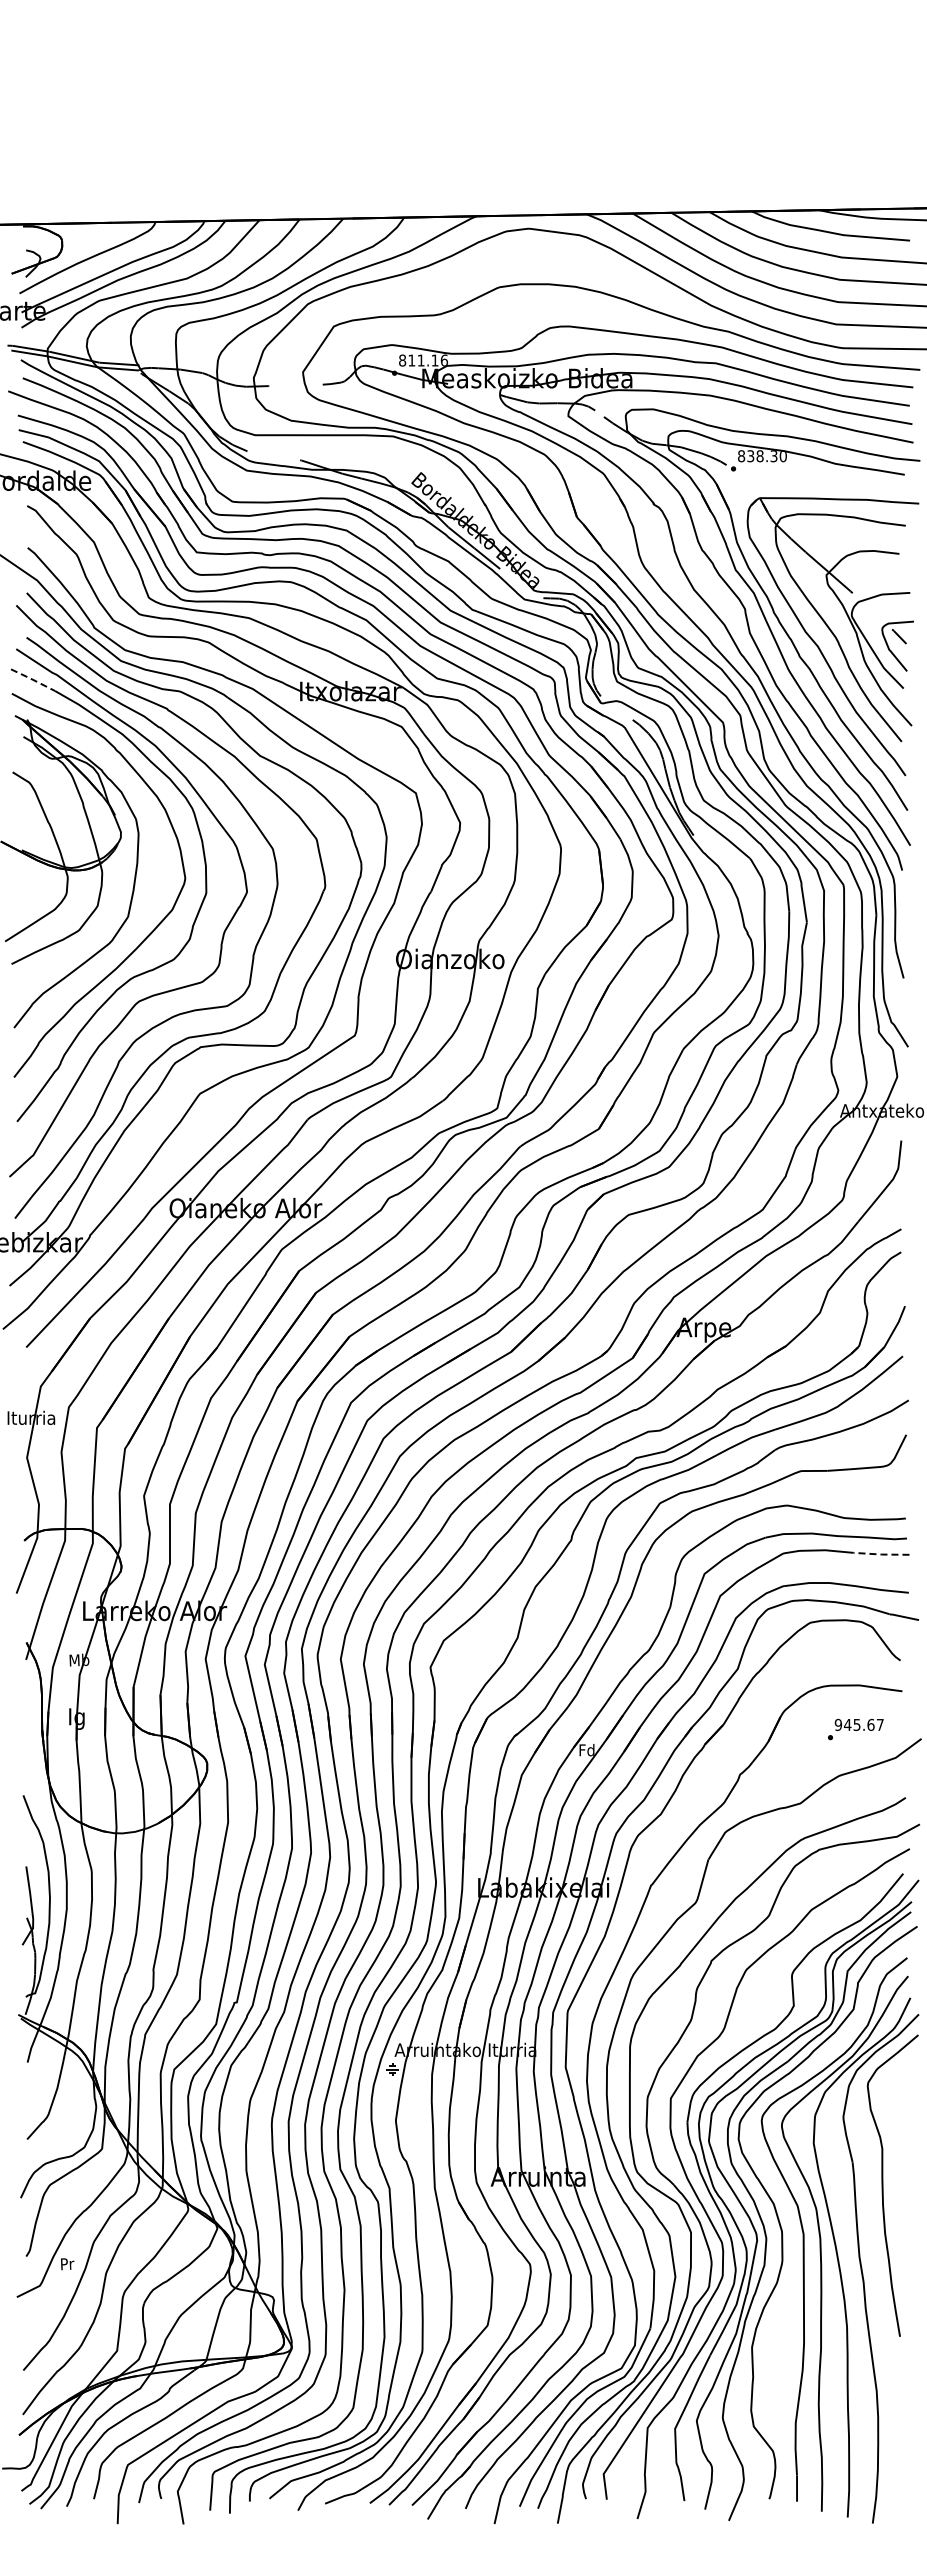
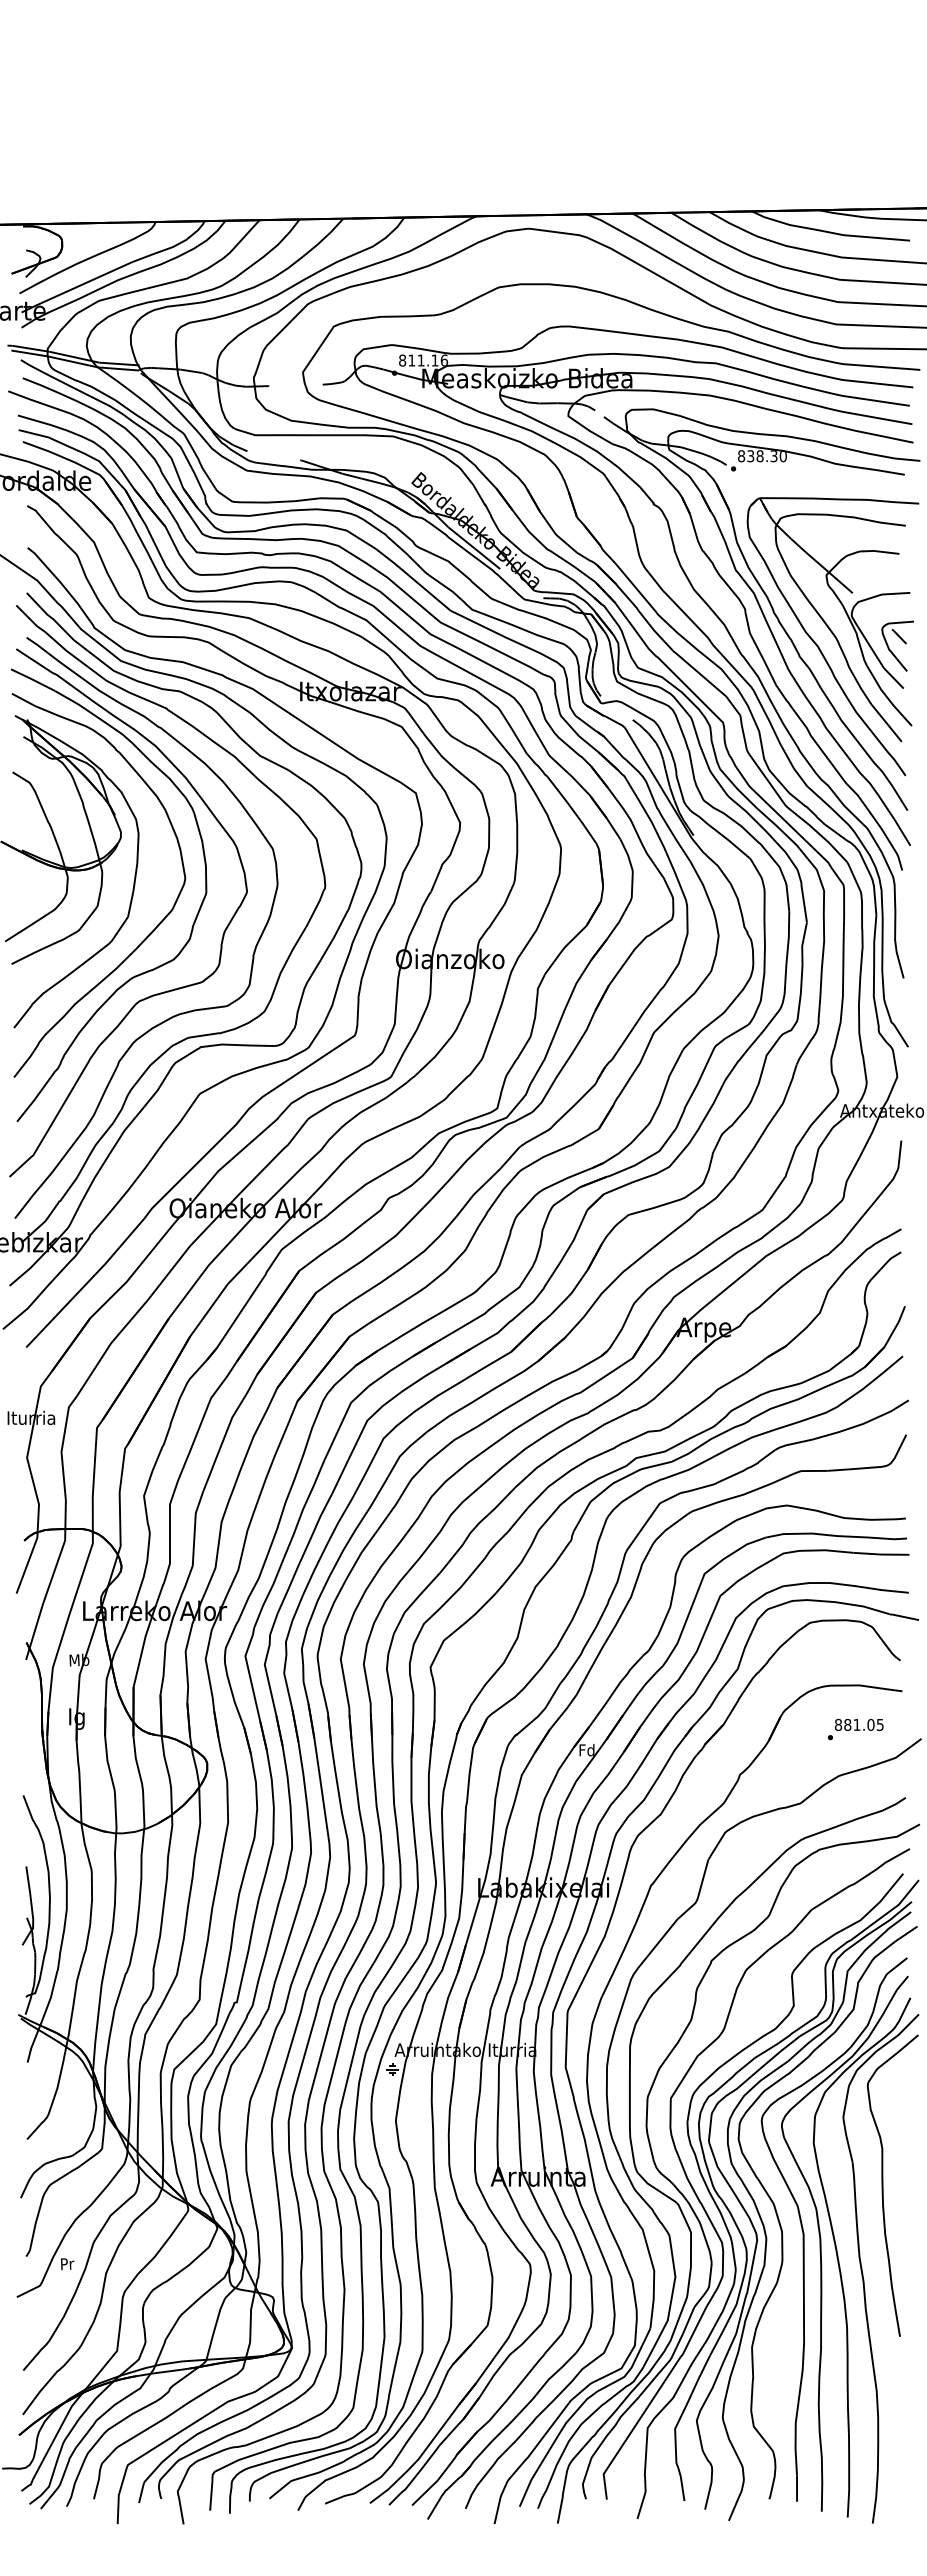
line at (33, 679): dashed -> solid
line at (881, 1554): dashed -> solid
text at (858, 1724): 945.67 -> 881.05
